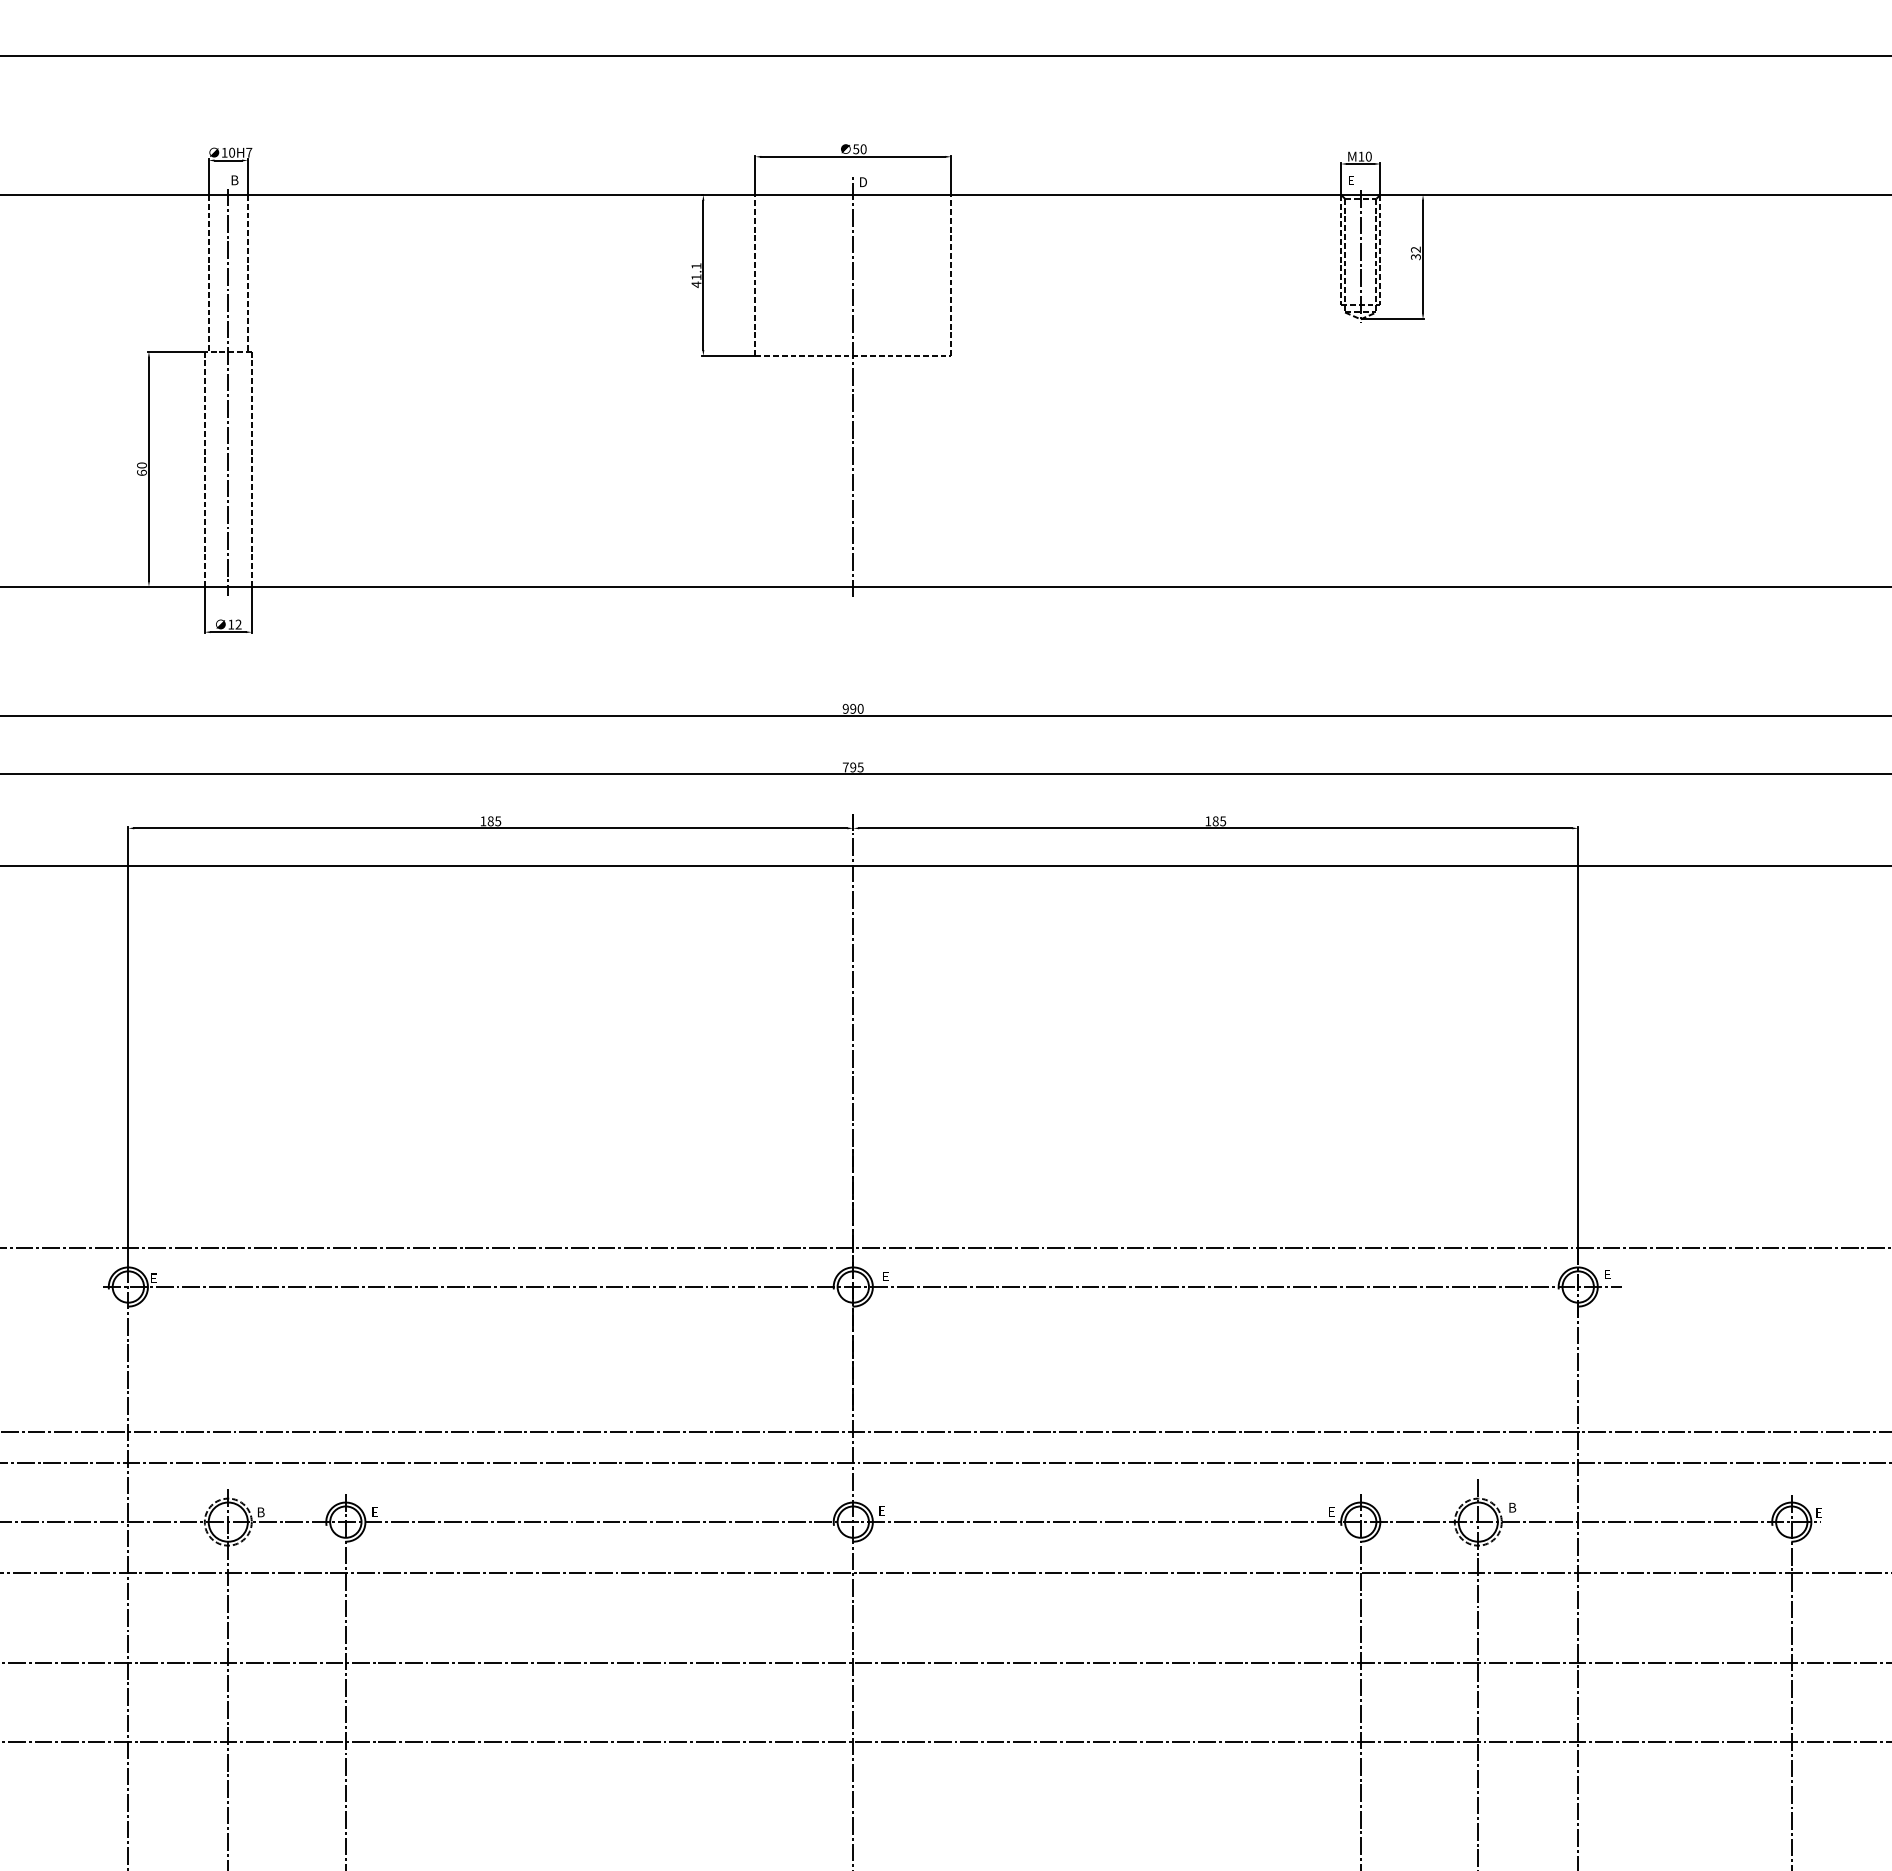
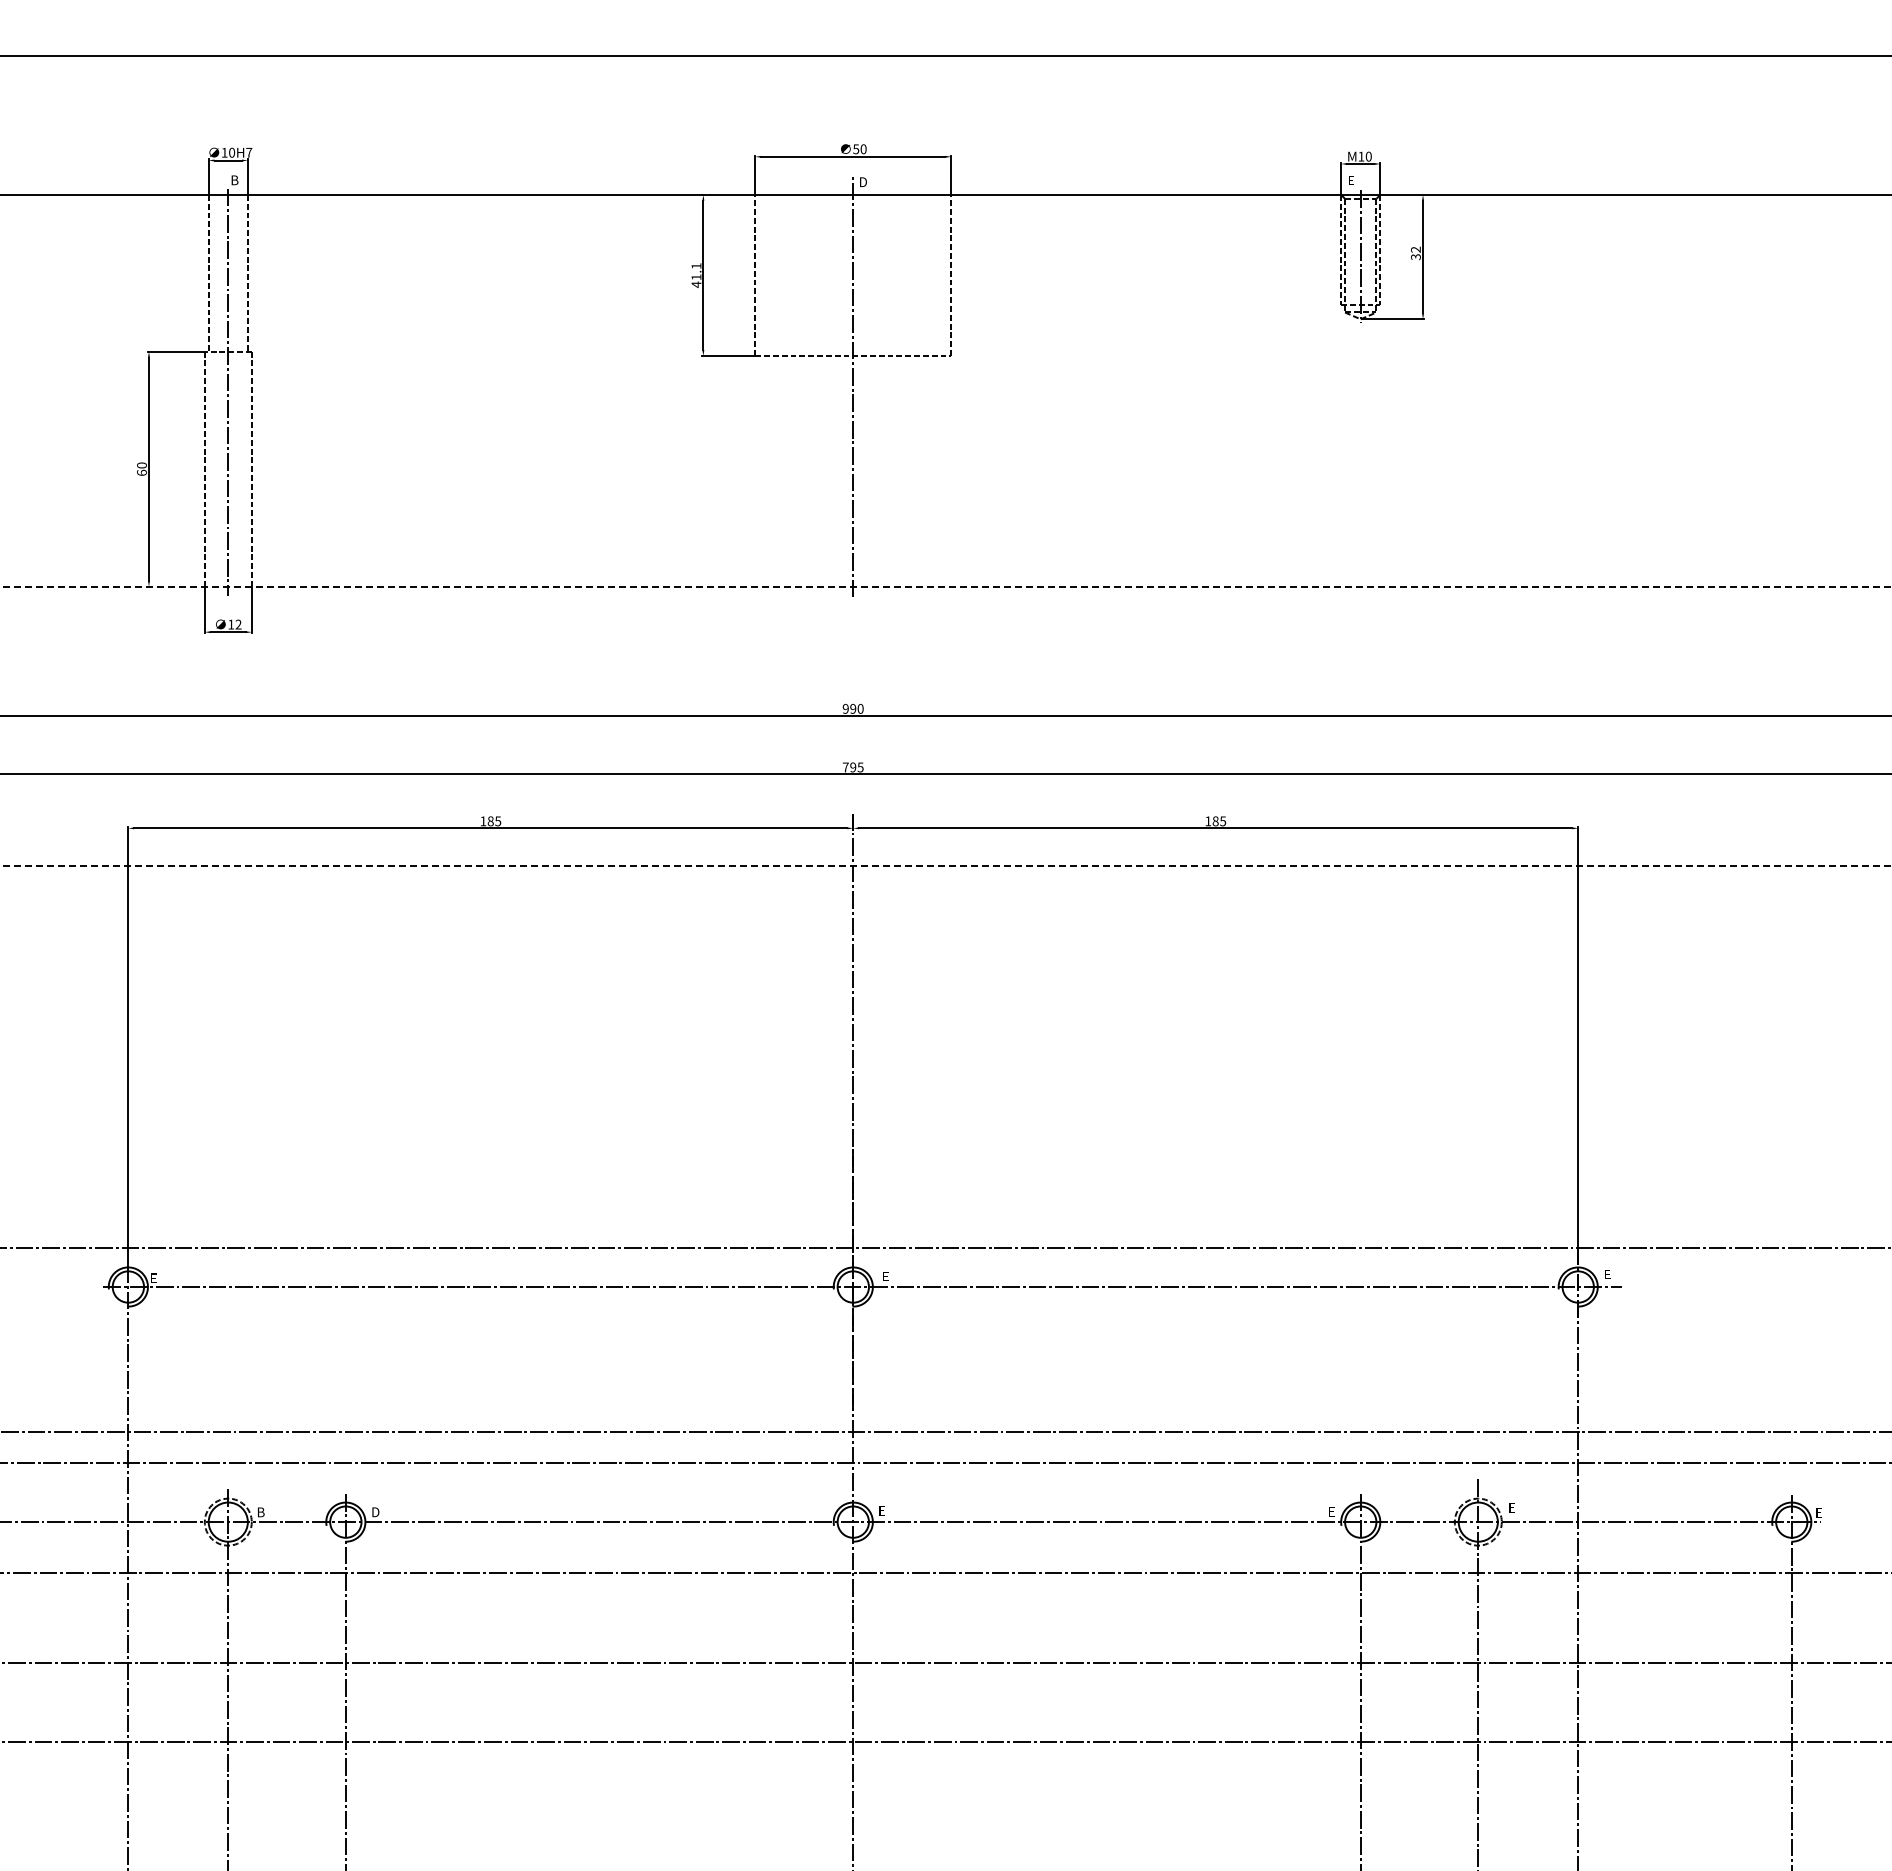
line at (945, 586): solid -> dashed
line at (945, 865): solid -> dashed
text at (1512, 1507): B -> E
text at (375, 1512): E -> D
